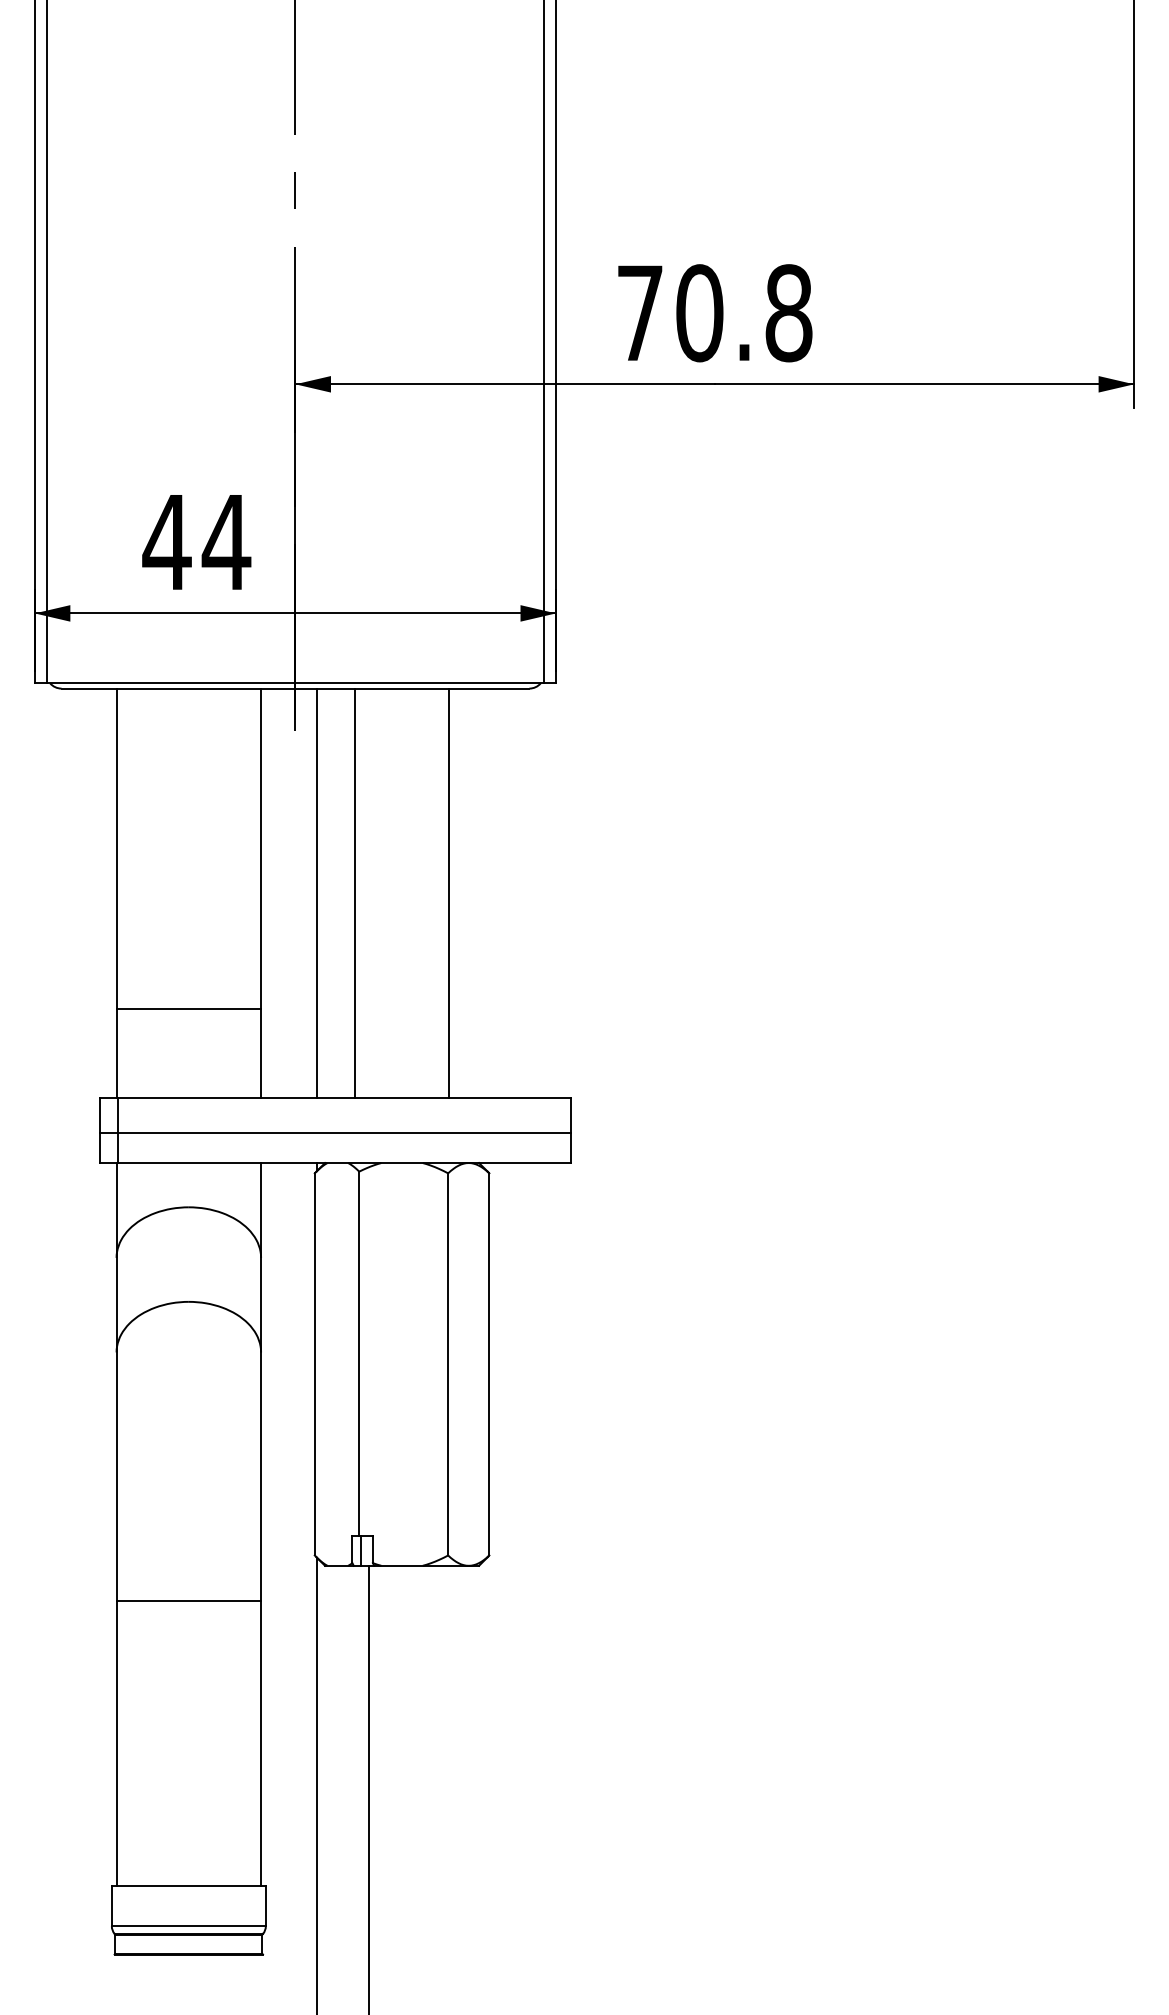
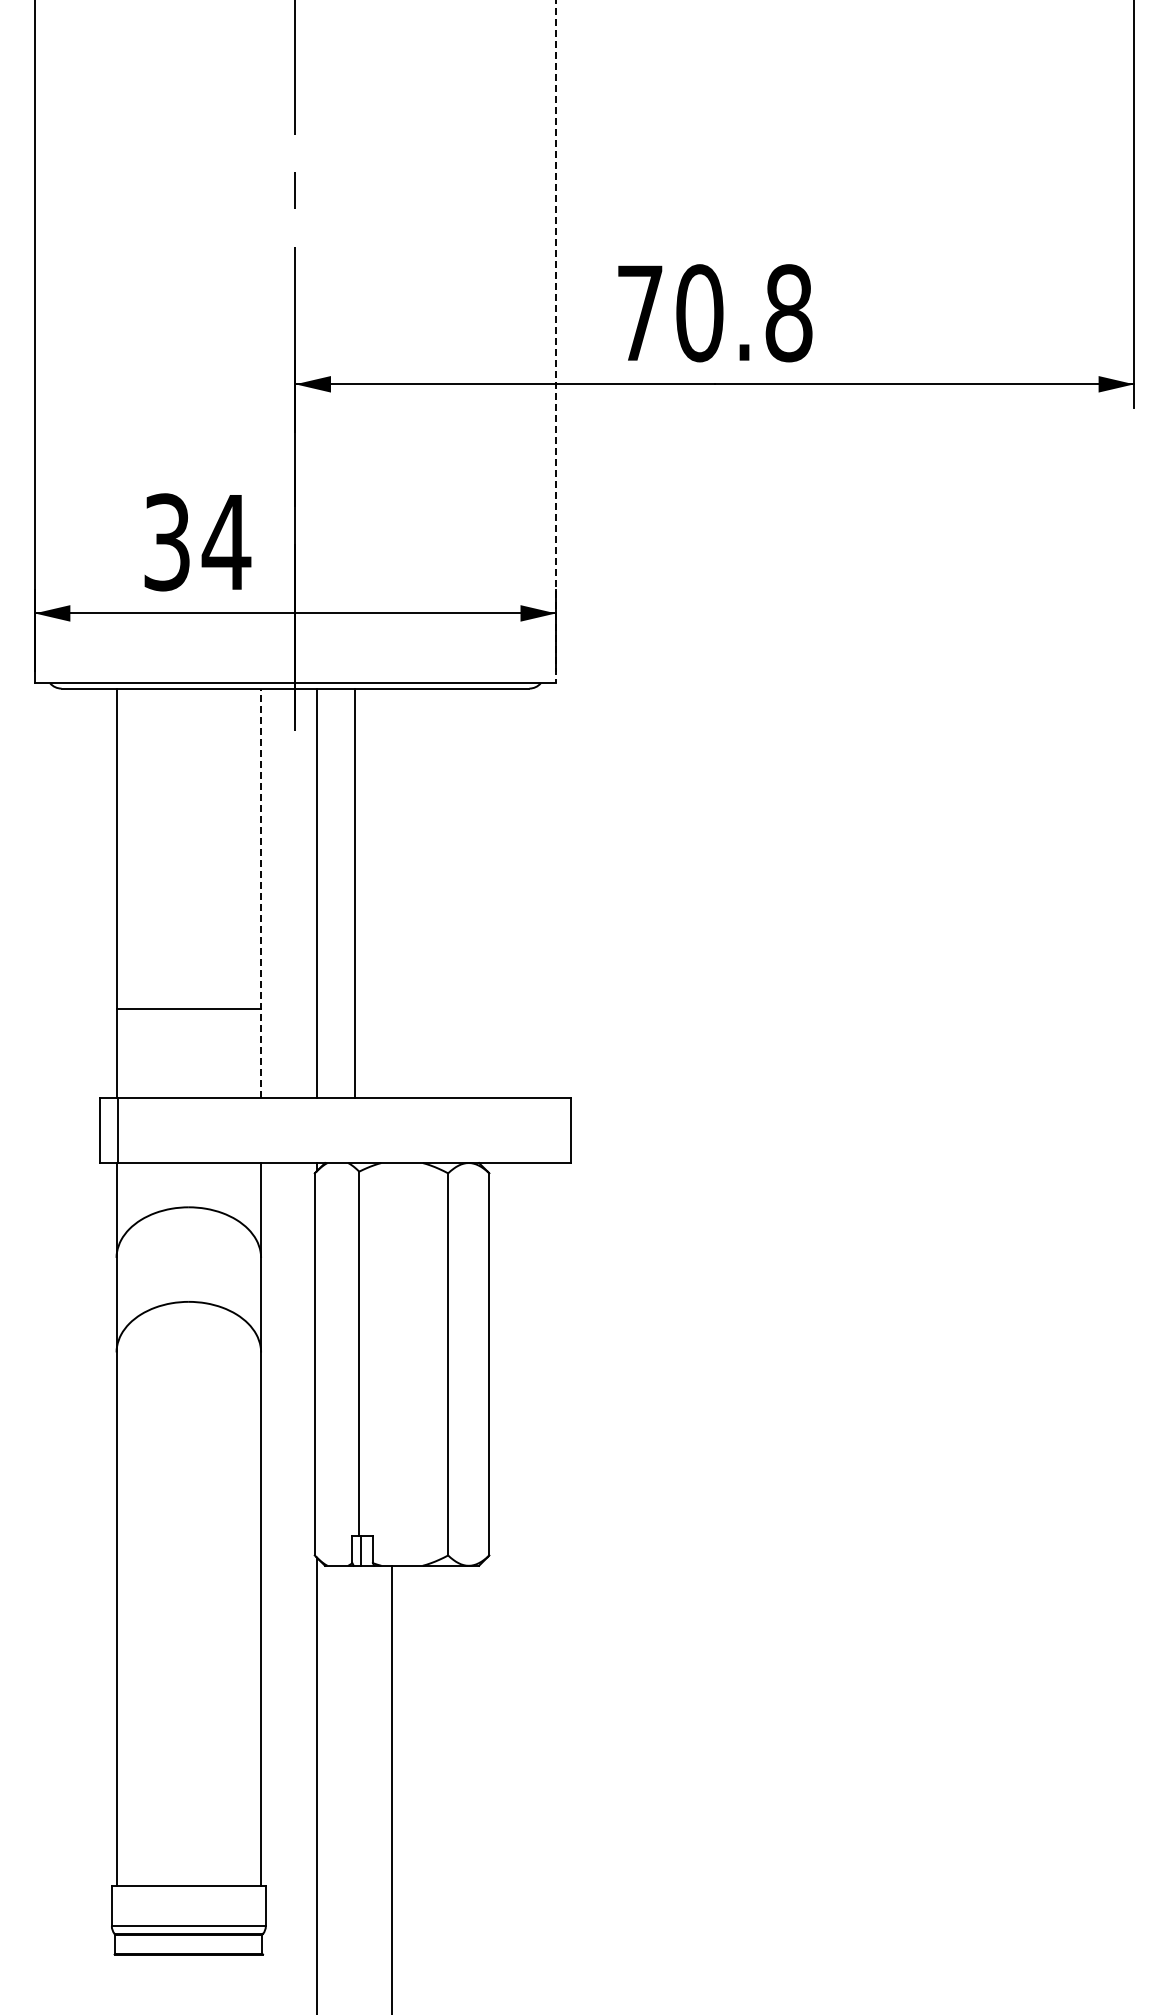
line at (556, 341): solid -> dashed
line at (46, 342): present -> none
line at (544, 342): present -> none
text at (166, 542): 44 -> 34
line at (449, 892): present -> none
line at (261, 893): solid -> dashed
line at (335, 1133): present -> none
line at (188, 1601): present -> none
line at (368, 1788) position: (368, 1788) -> (391, 1788)
